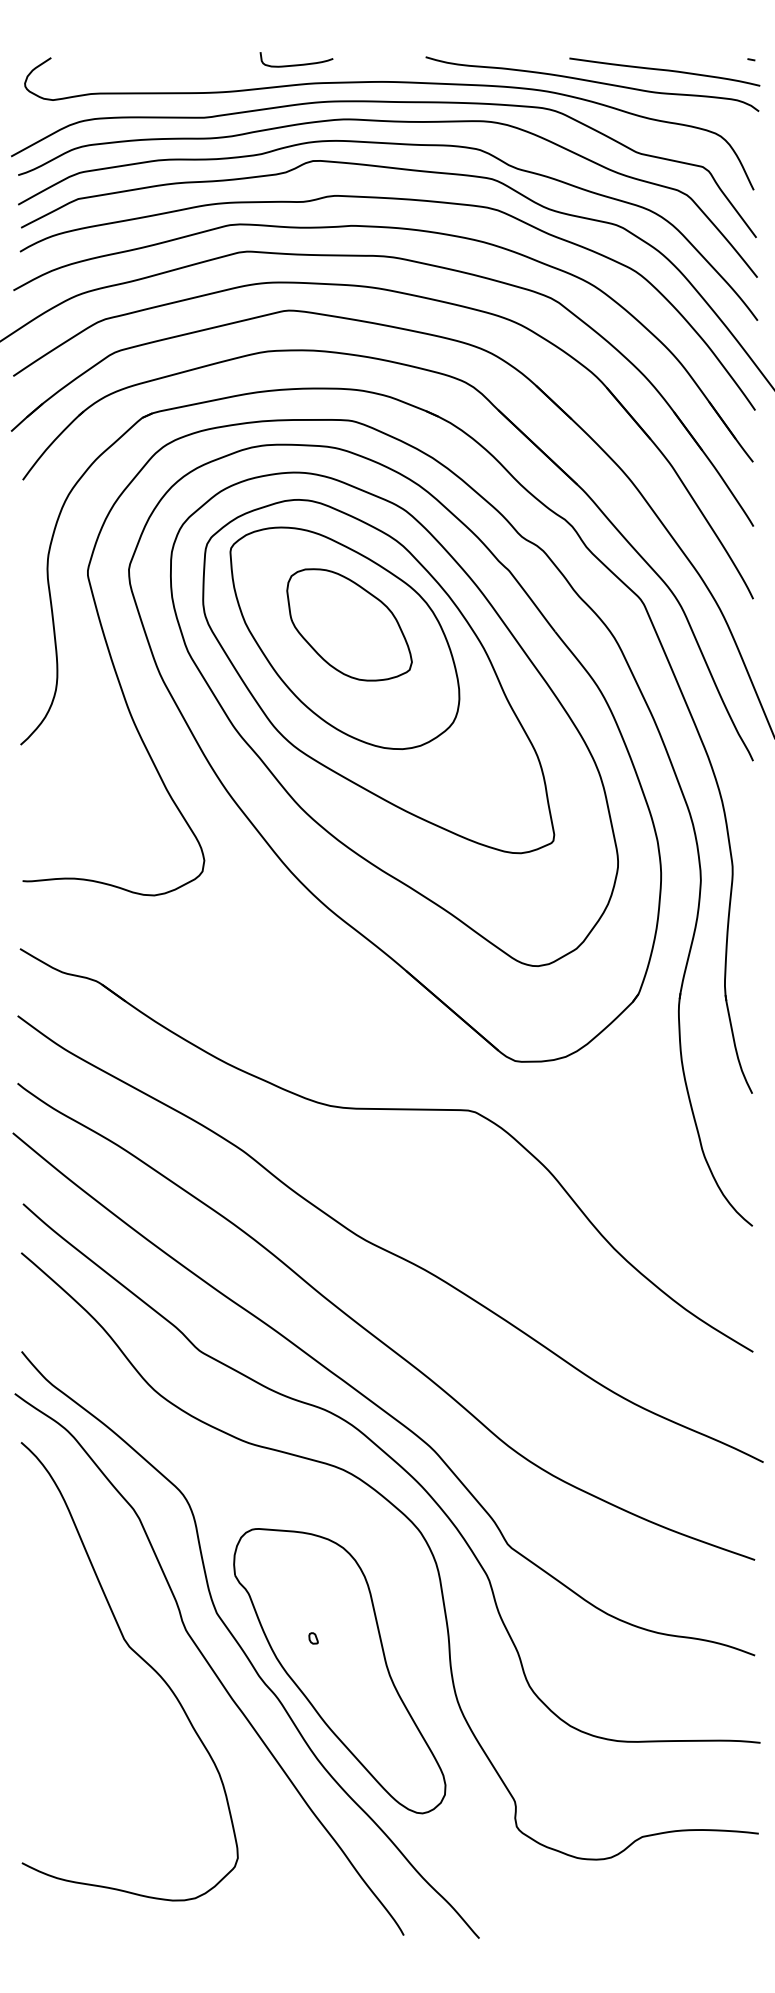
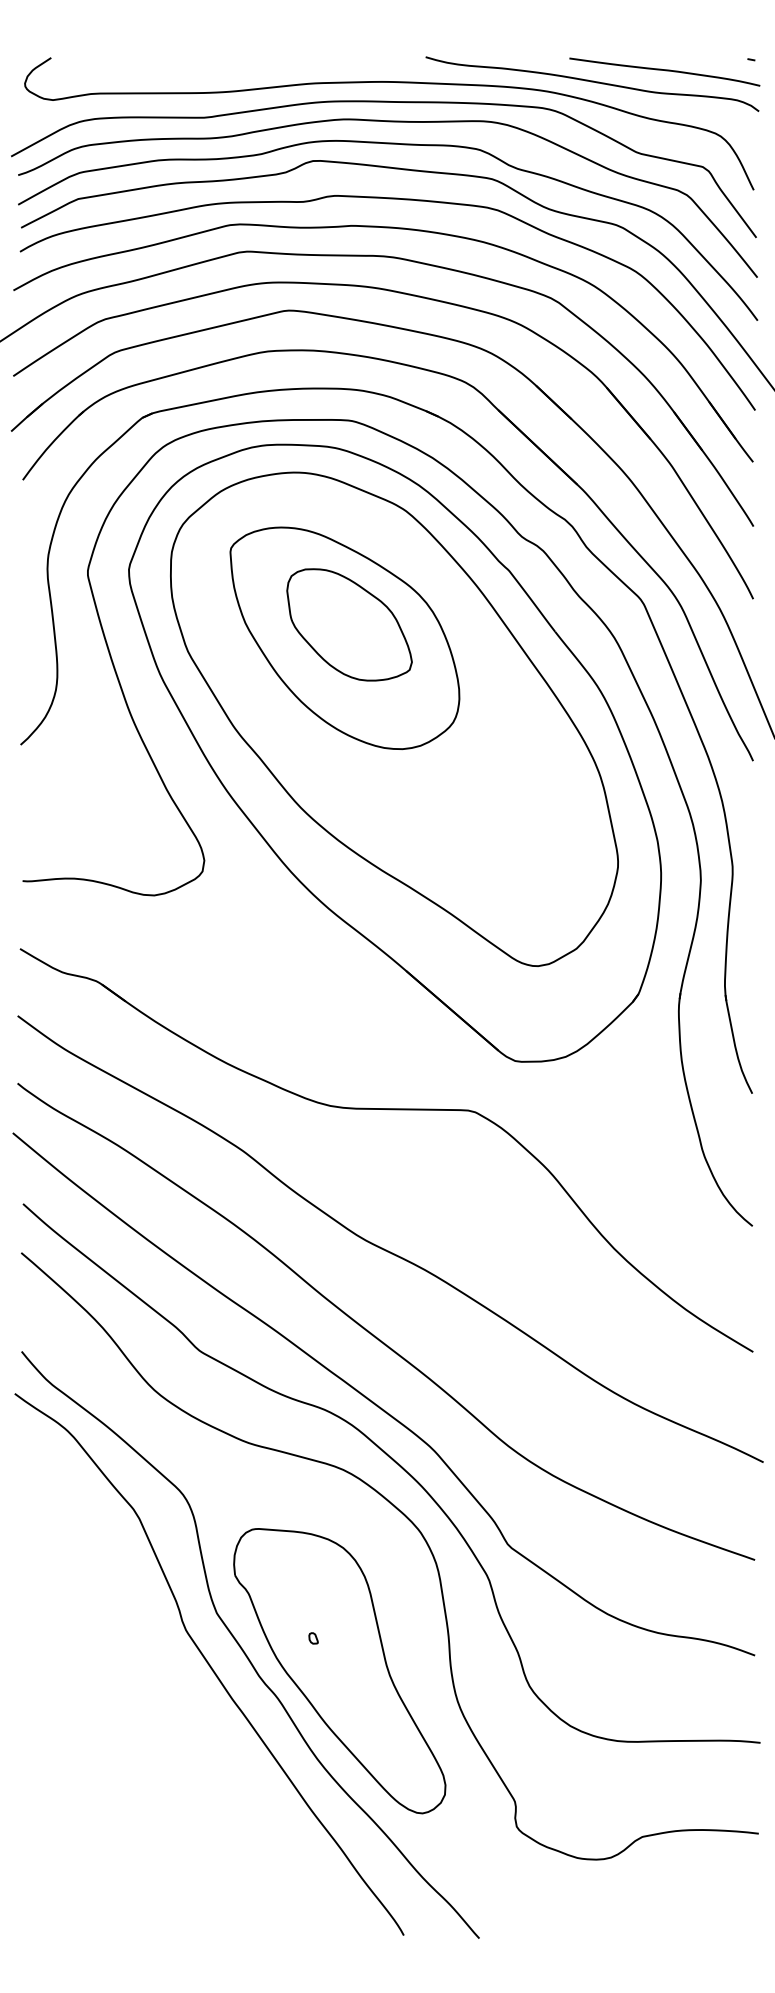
curve at (296, 64): present -> none
part at (378, 676): present -> none
curve at (141, 1659): present -> none
